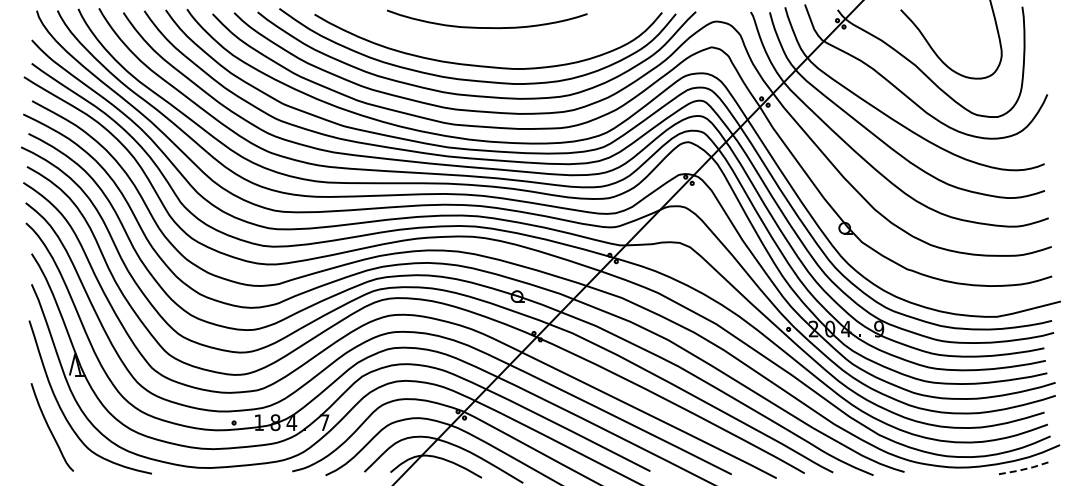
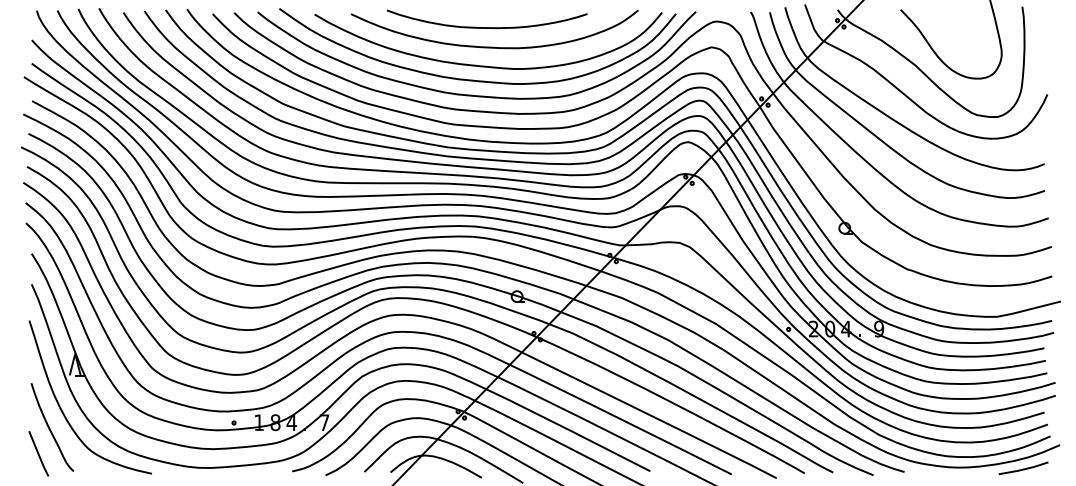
curve at (494, 46): none -> present
line at (38, 453): none -> present
line at (1023, 469): dashed -> solid
